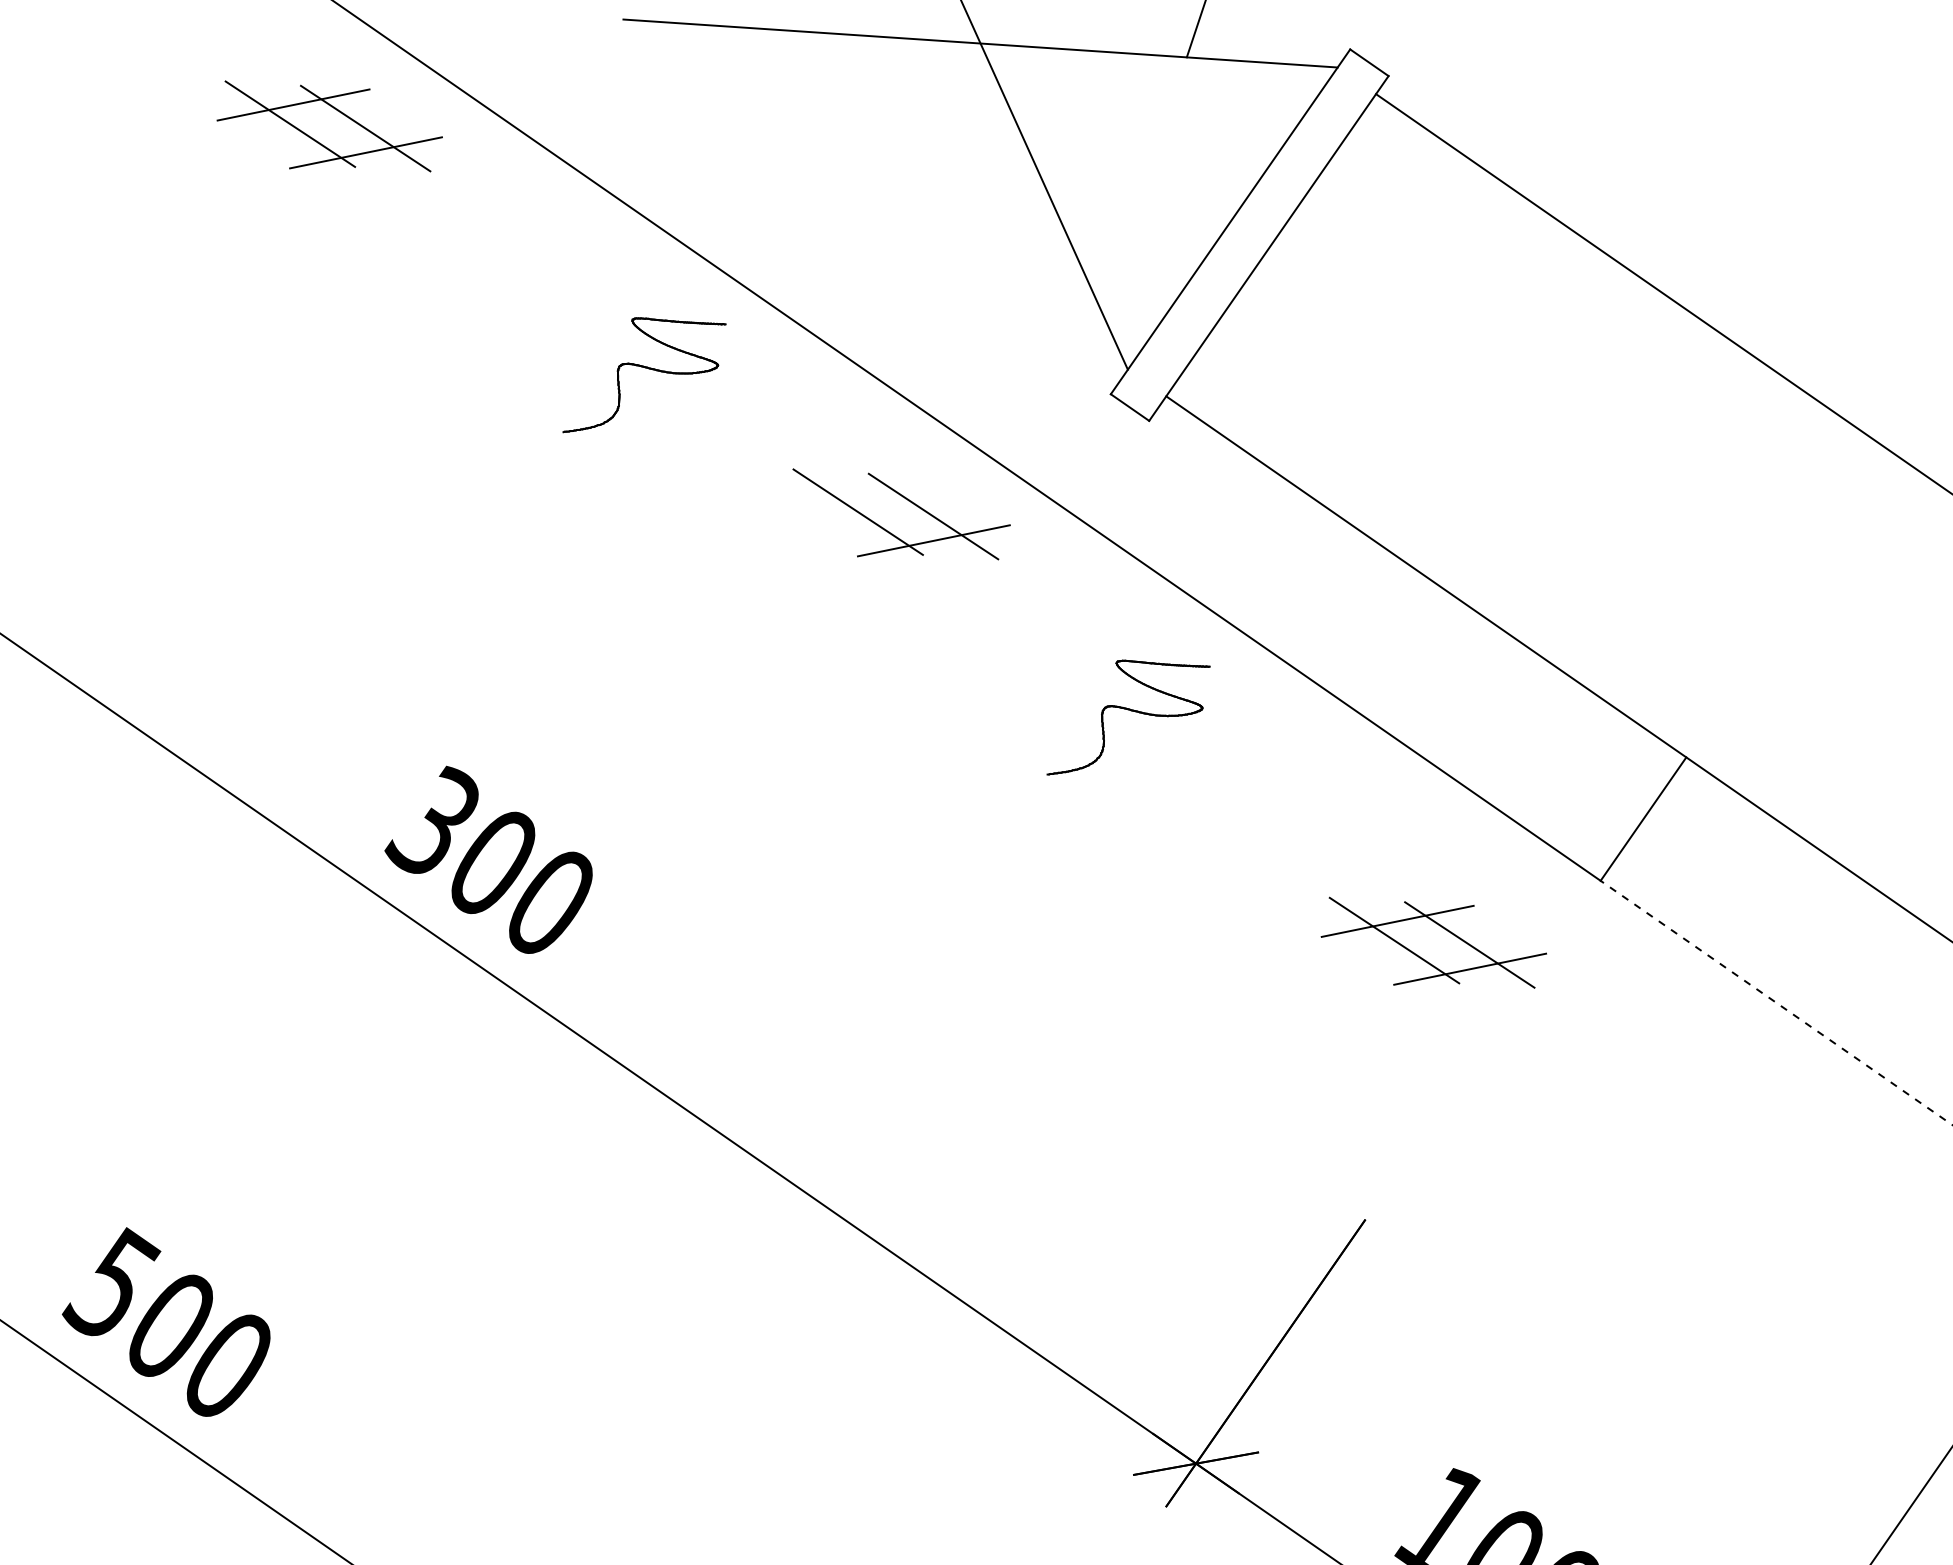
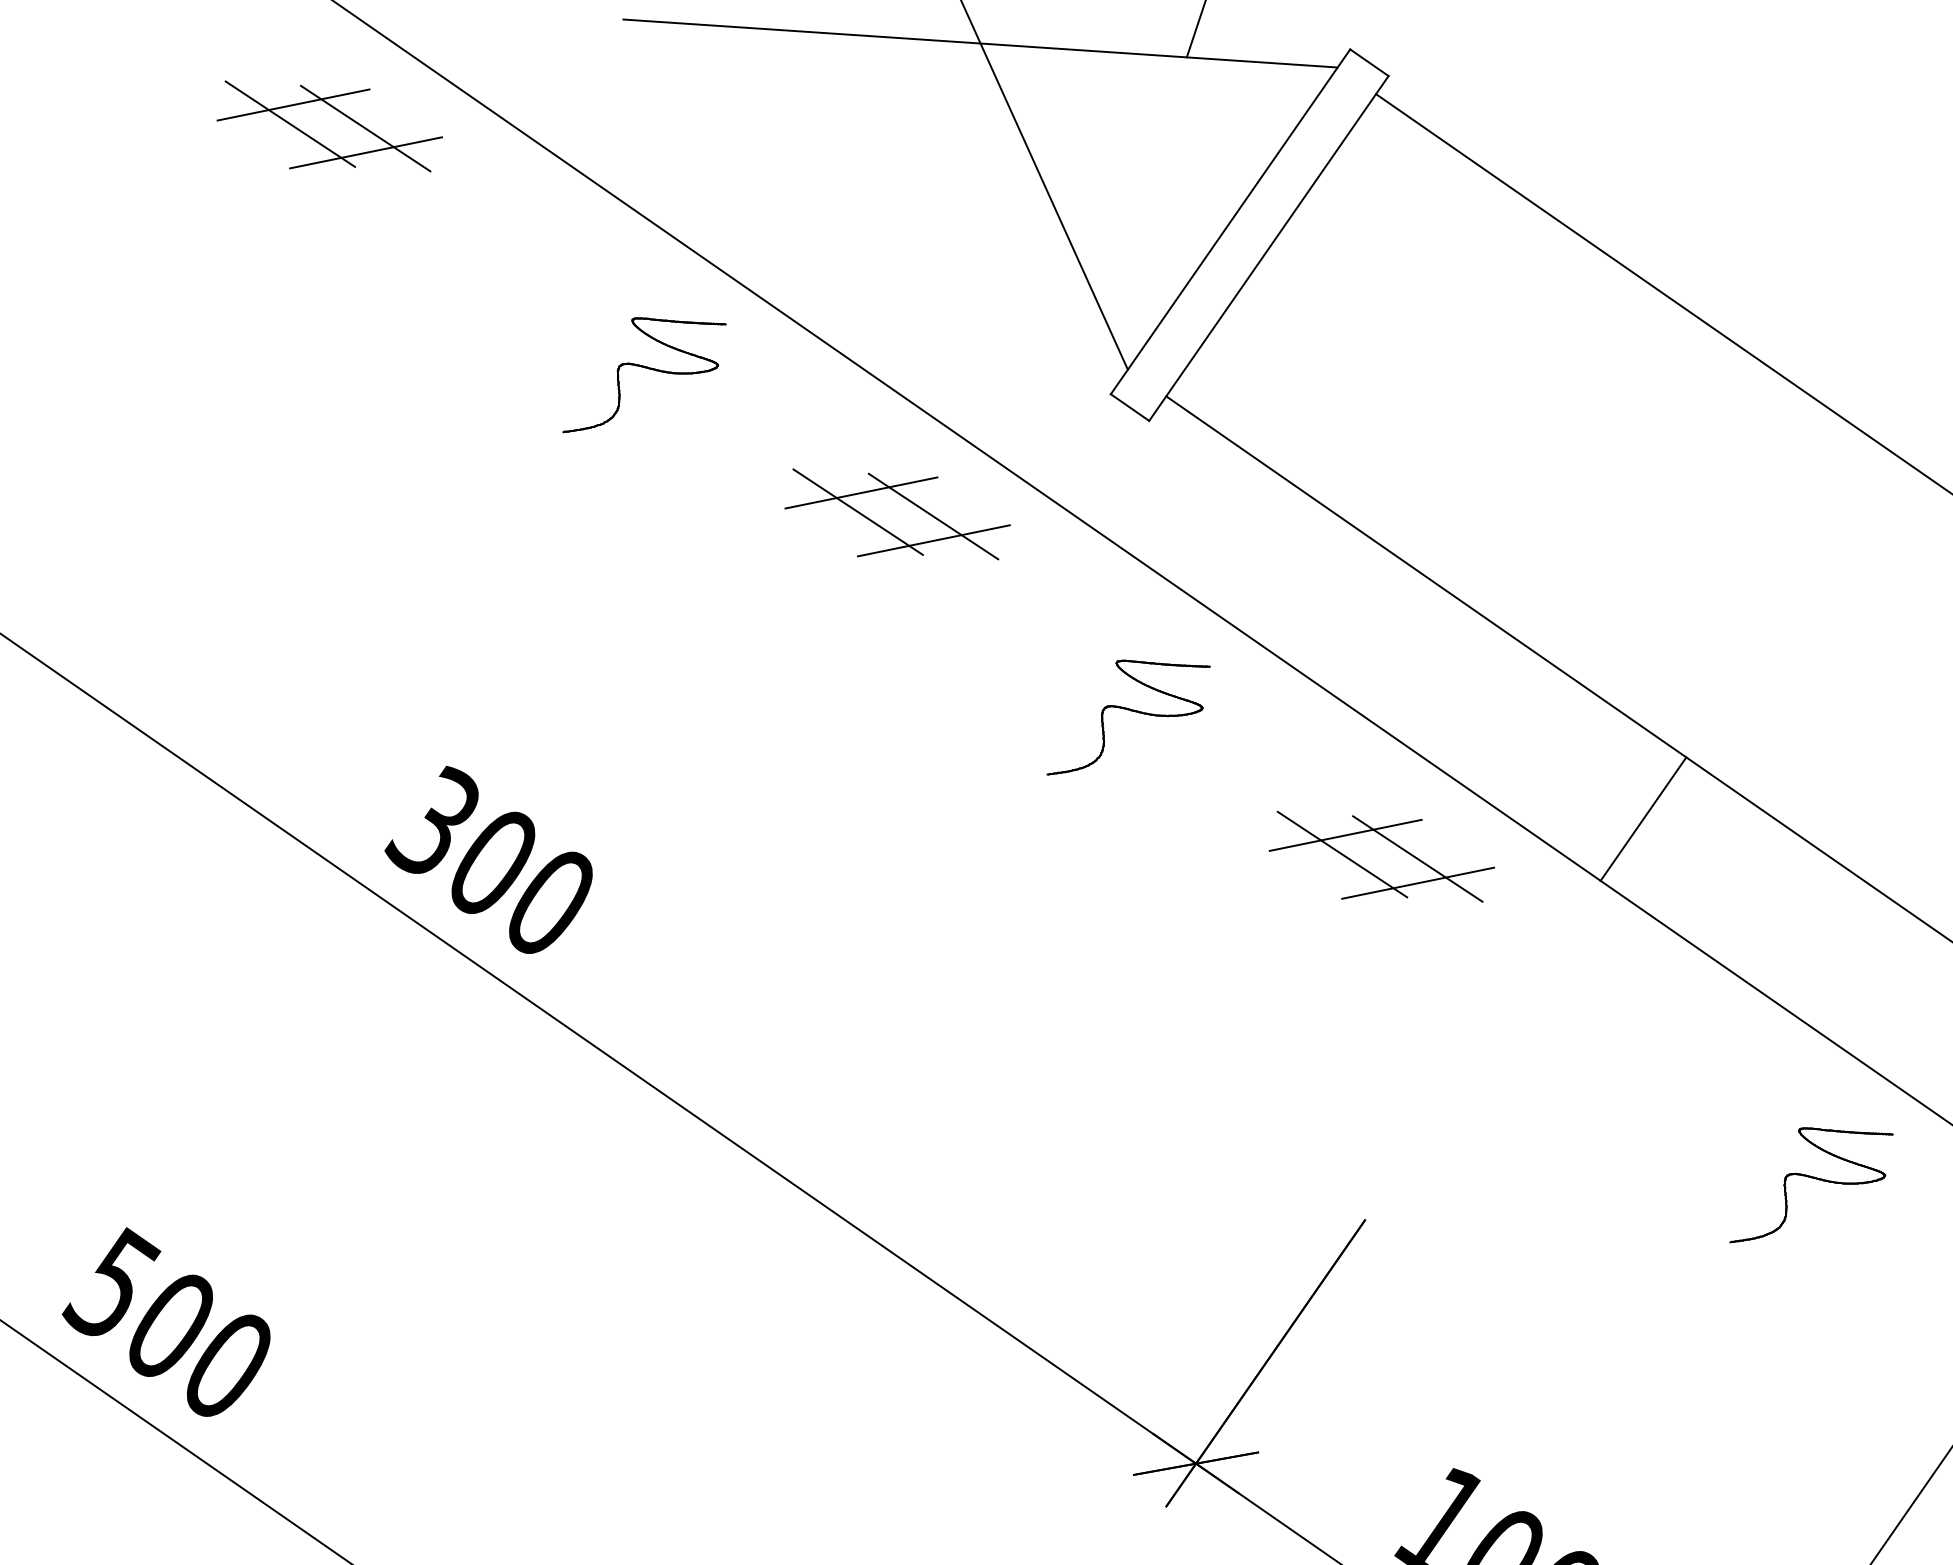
line at (861, 492): none -> present
part at (1433, 942) position: (1433, 942) -> (1381, 856)
line at (1776, 1002): dashed -> solid
part at (1811, 1178): none -> present
